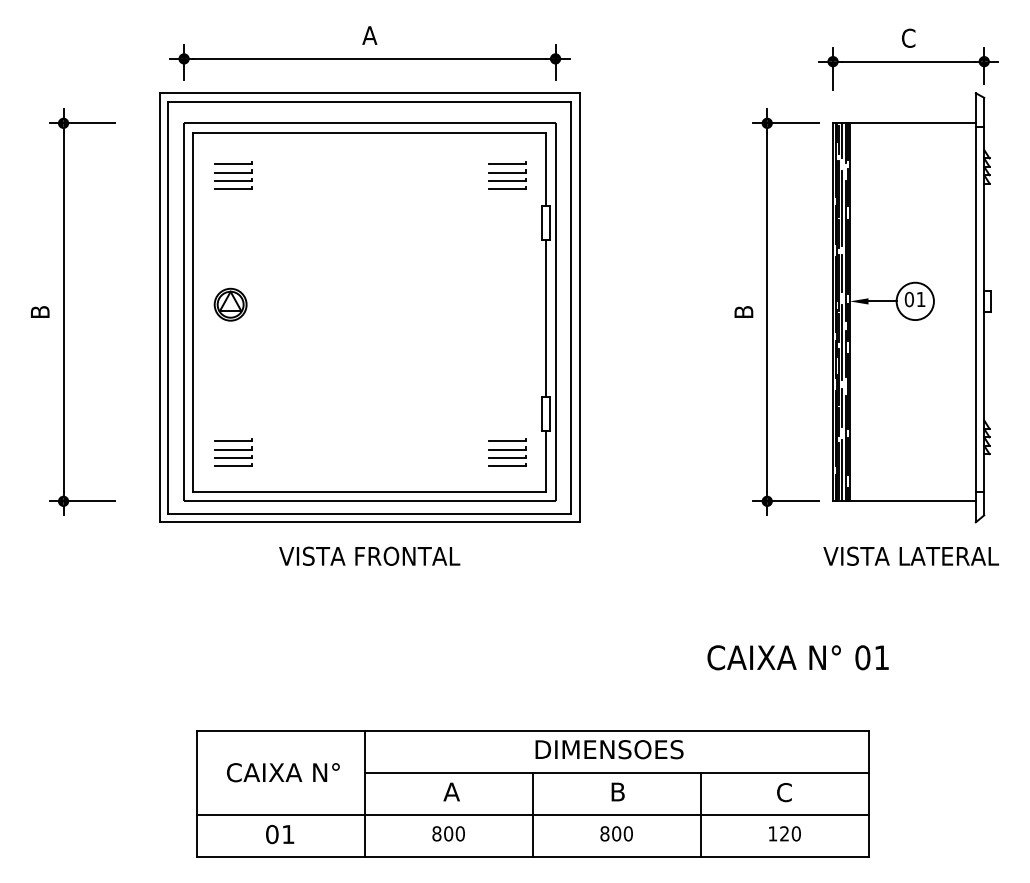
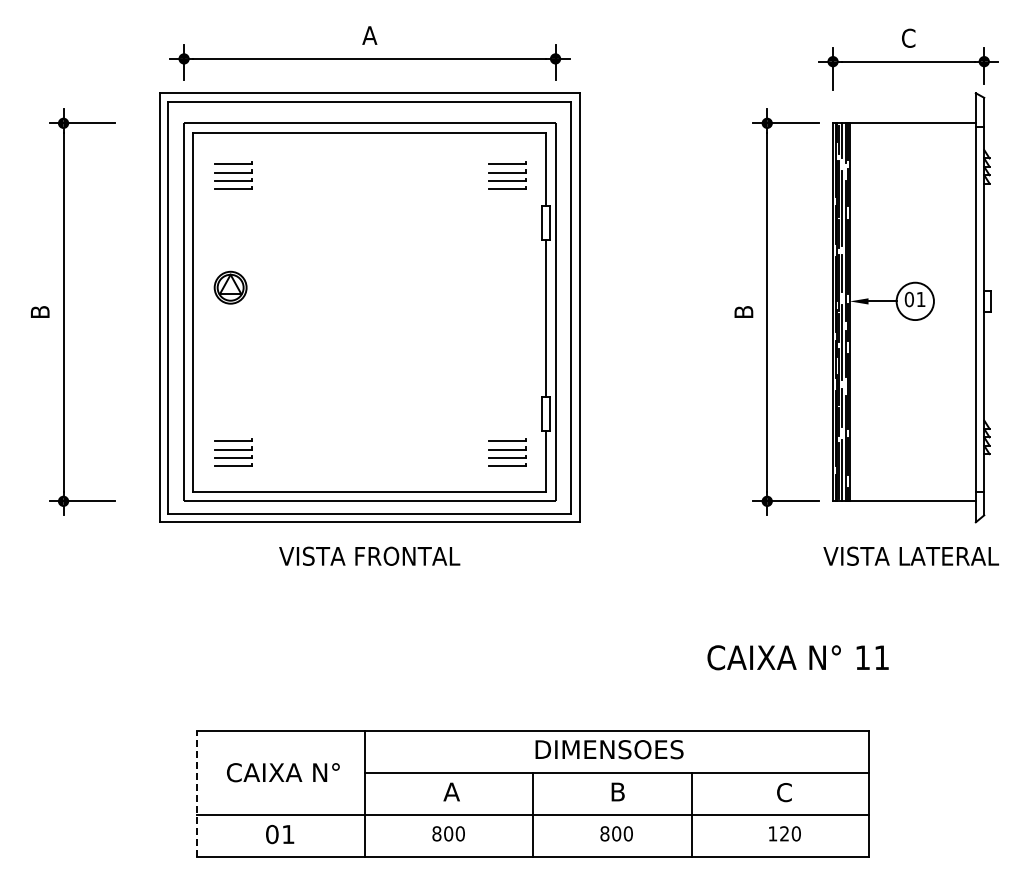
part at (230, 304) position: (230, 304) -> (230, 287)
text at (862, 657): 01 -> 11
line at (196, 793): solid -> dashed
line at (700, 814) position: (700, 814) -> (691, 814)
